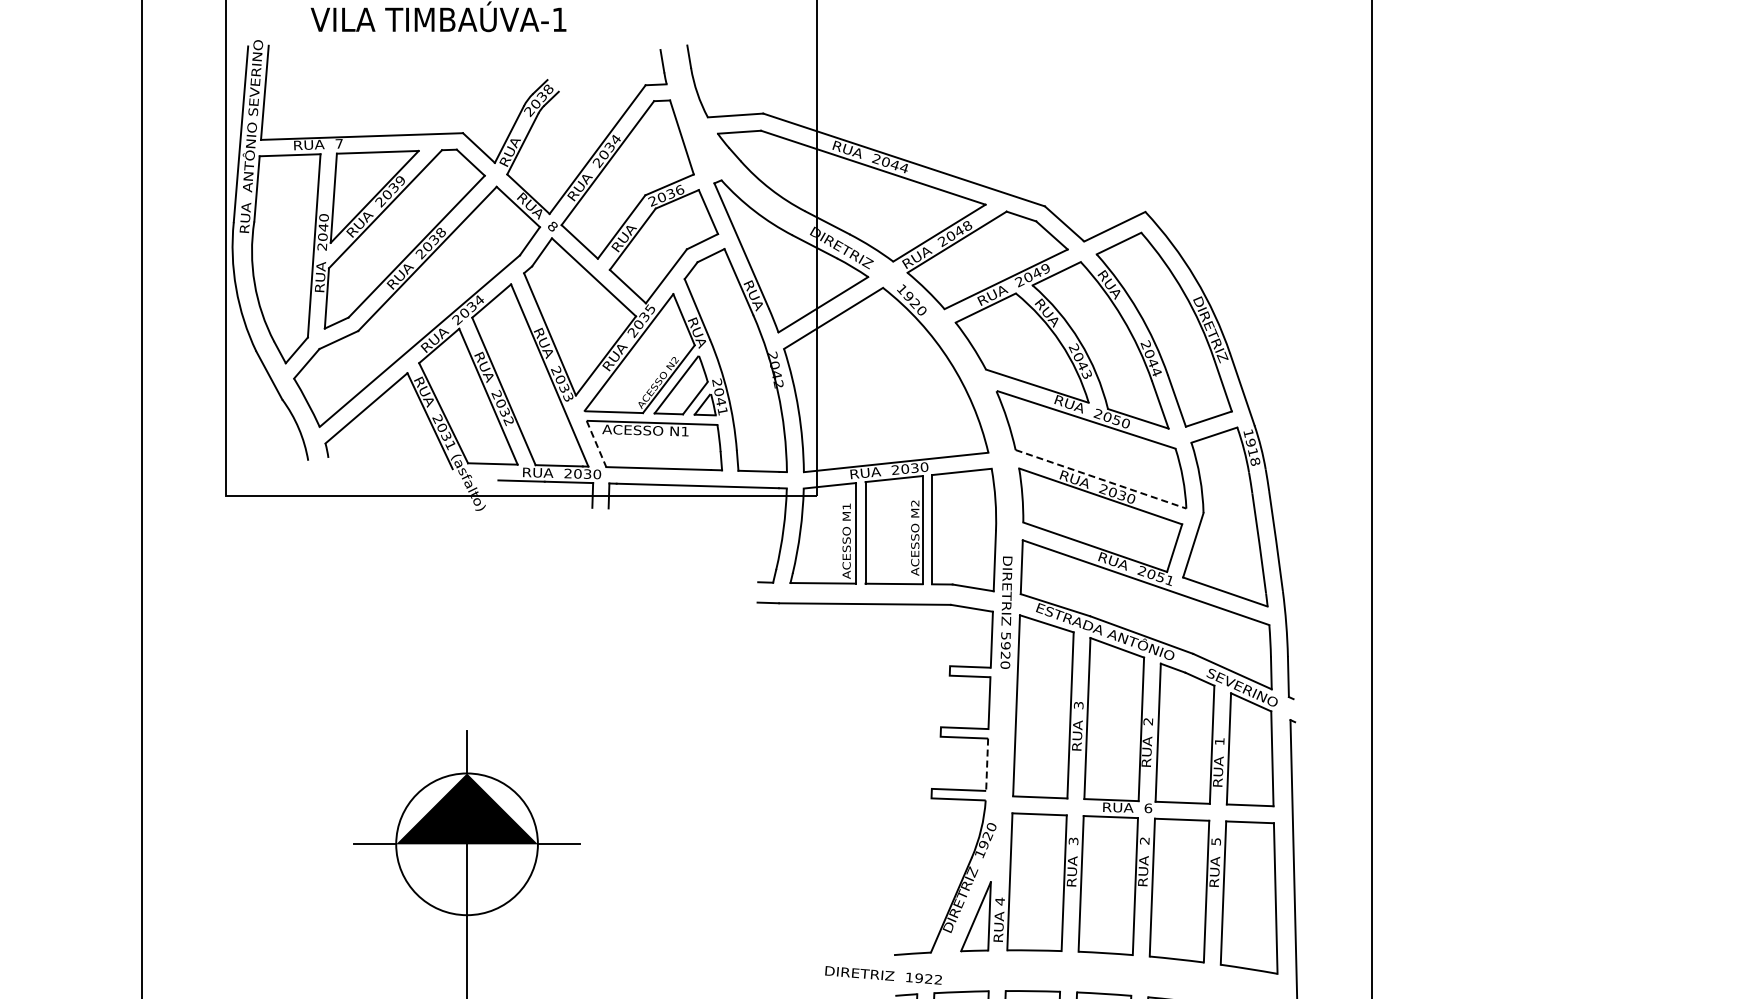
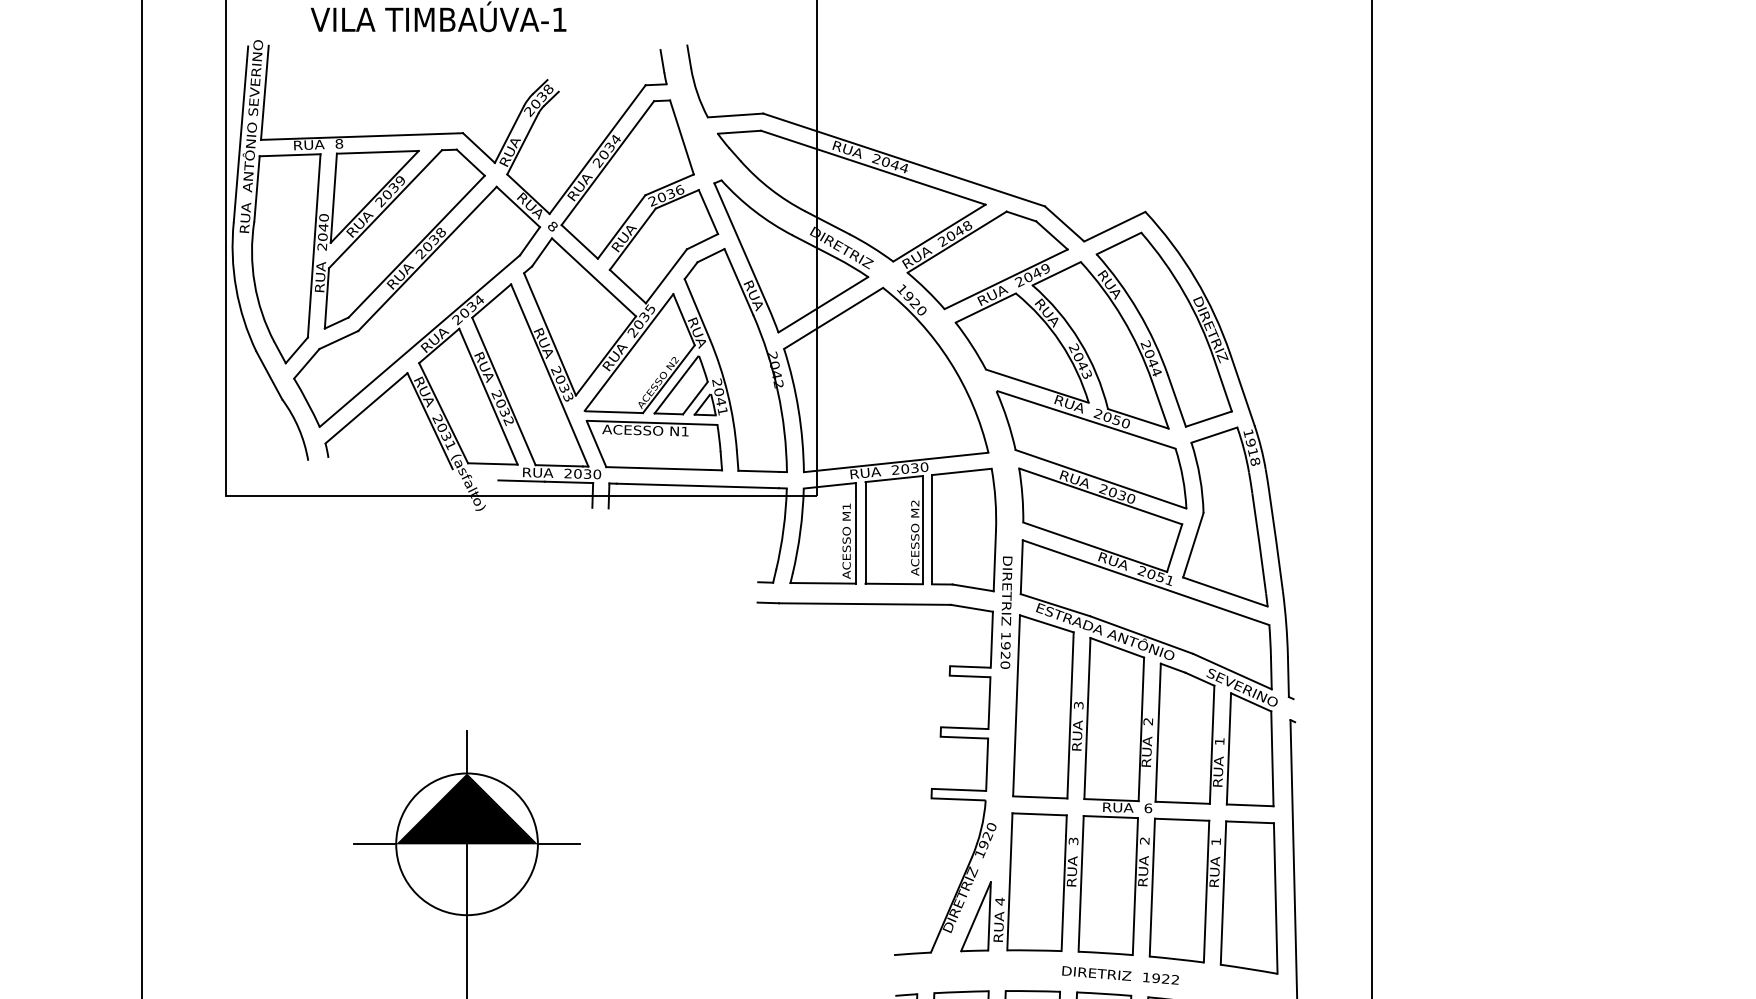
text at (339, 143): 7 -> 8
line at (596, 444): dashed -> solid
line at (1101, 479): dashed -> solid
text at (1005, 635): 5920 -> 1920
line at (987, 765): dashed -> solid
text at (1216, 841): 5 -> 1
text at (883, 975) position: (883, 975) -> (1120, 975)
